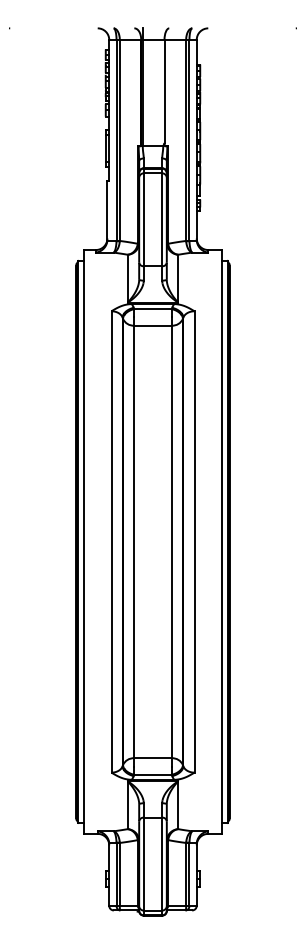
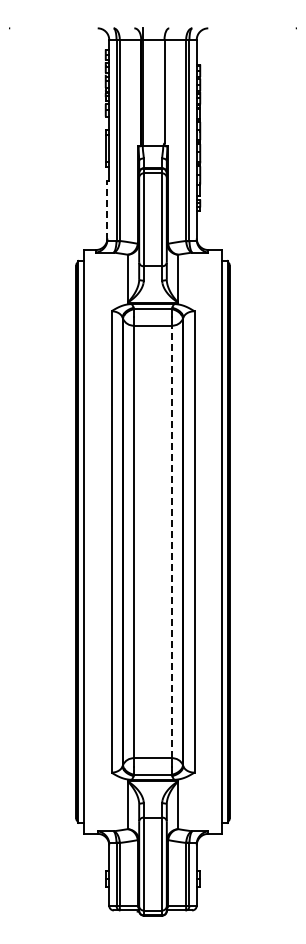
line at (107, 209): solid -> dashed
line at (171, 541): solid -> dashed
